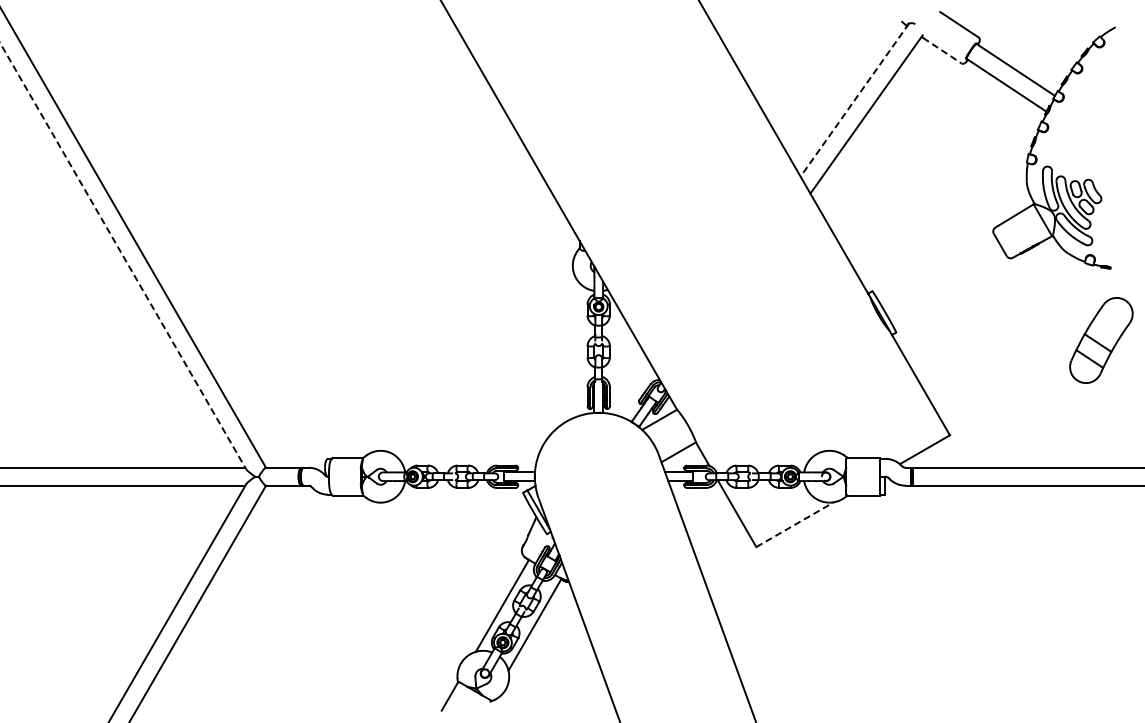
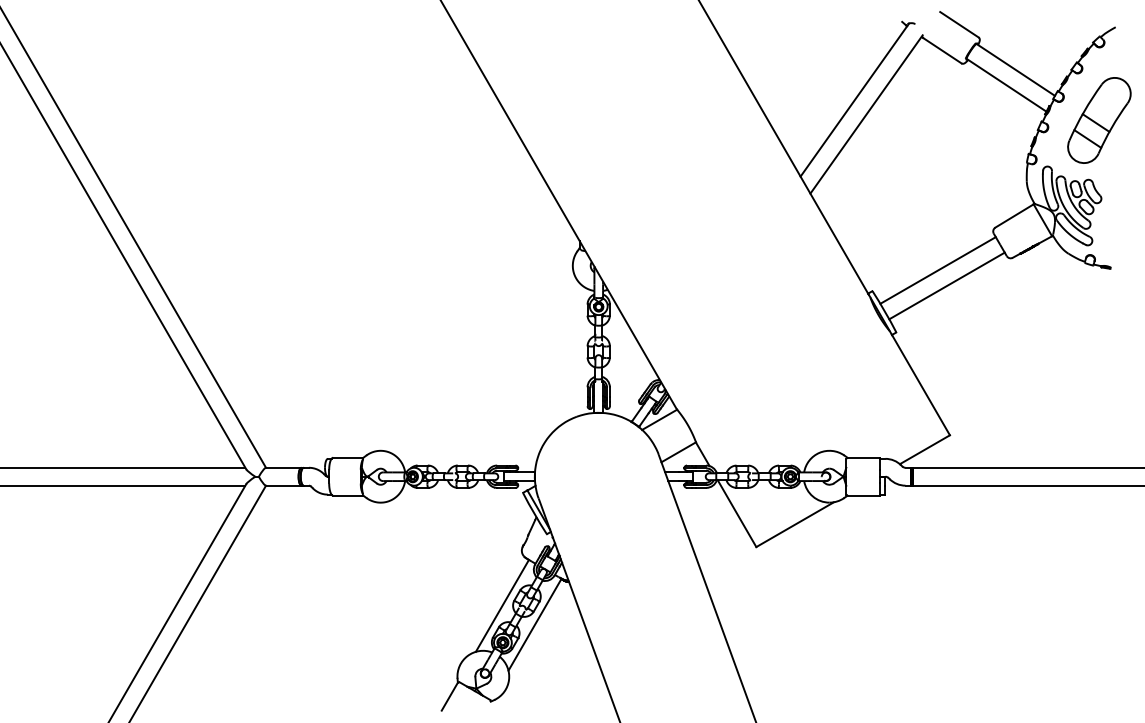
line at (942, 50): dashed -> solid
line at (854, 100): dashed -> solid
line at (123, 256): dashed -> solid
line at (937, 270): none -> present
line at (946, 285): none -> present
part at (1101, 340) position: (1101, 340) -> (1099, 120)
line at (795, 524): dashed -> solid
